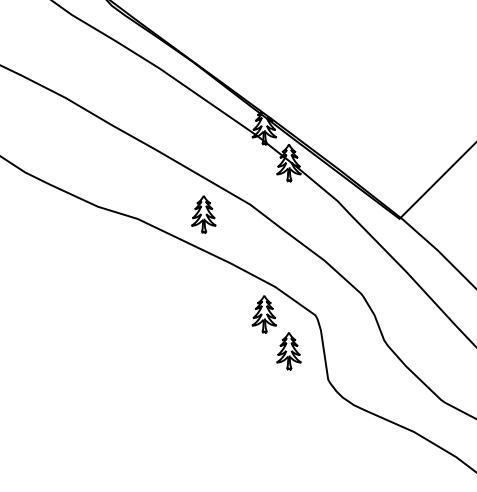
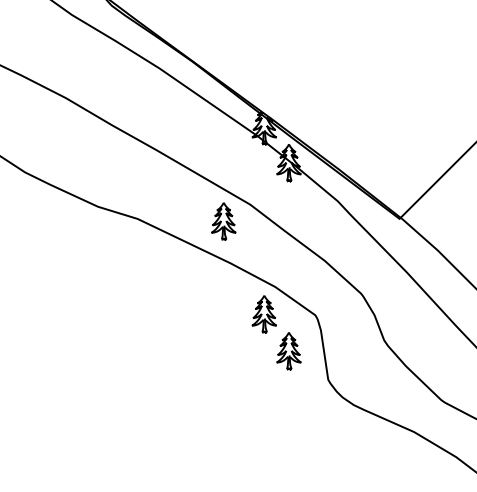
part at (203, 214) position: (203, 214) -> (223, 221)
